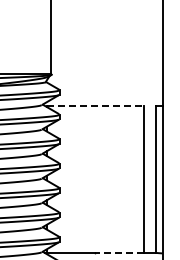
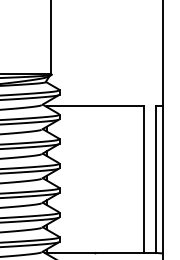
line at (95, 105): dashed -> solid
line at (119, 252): dashed -> solid
